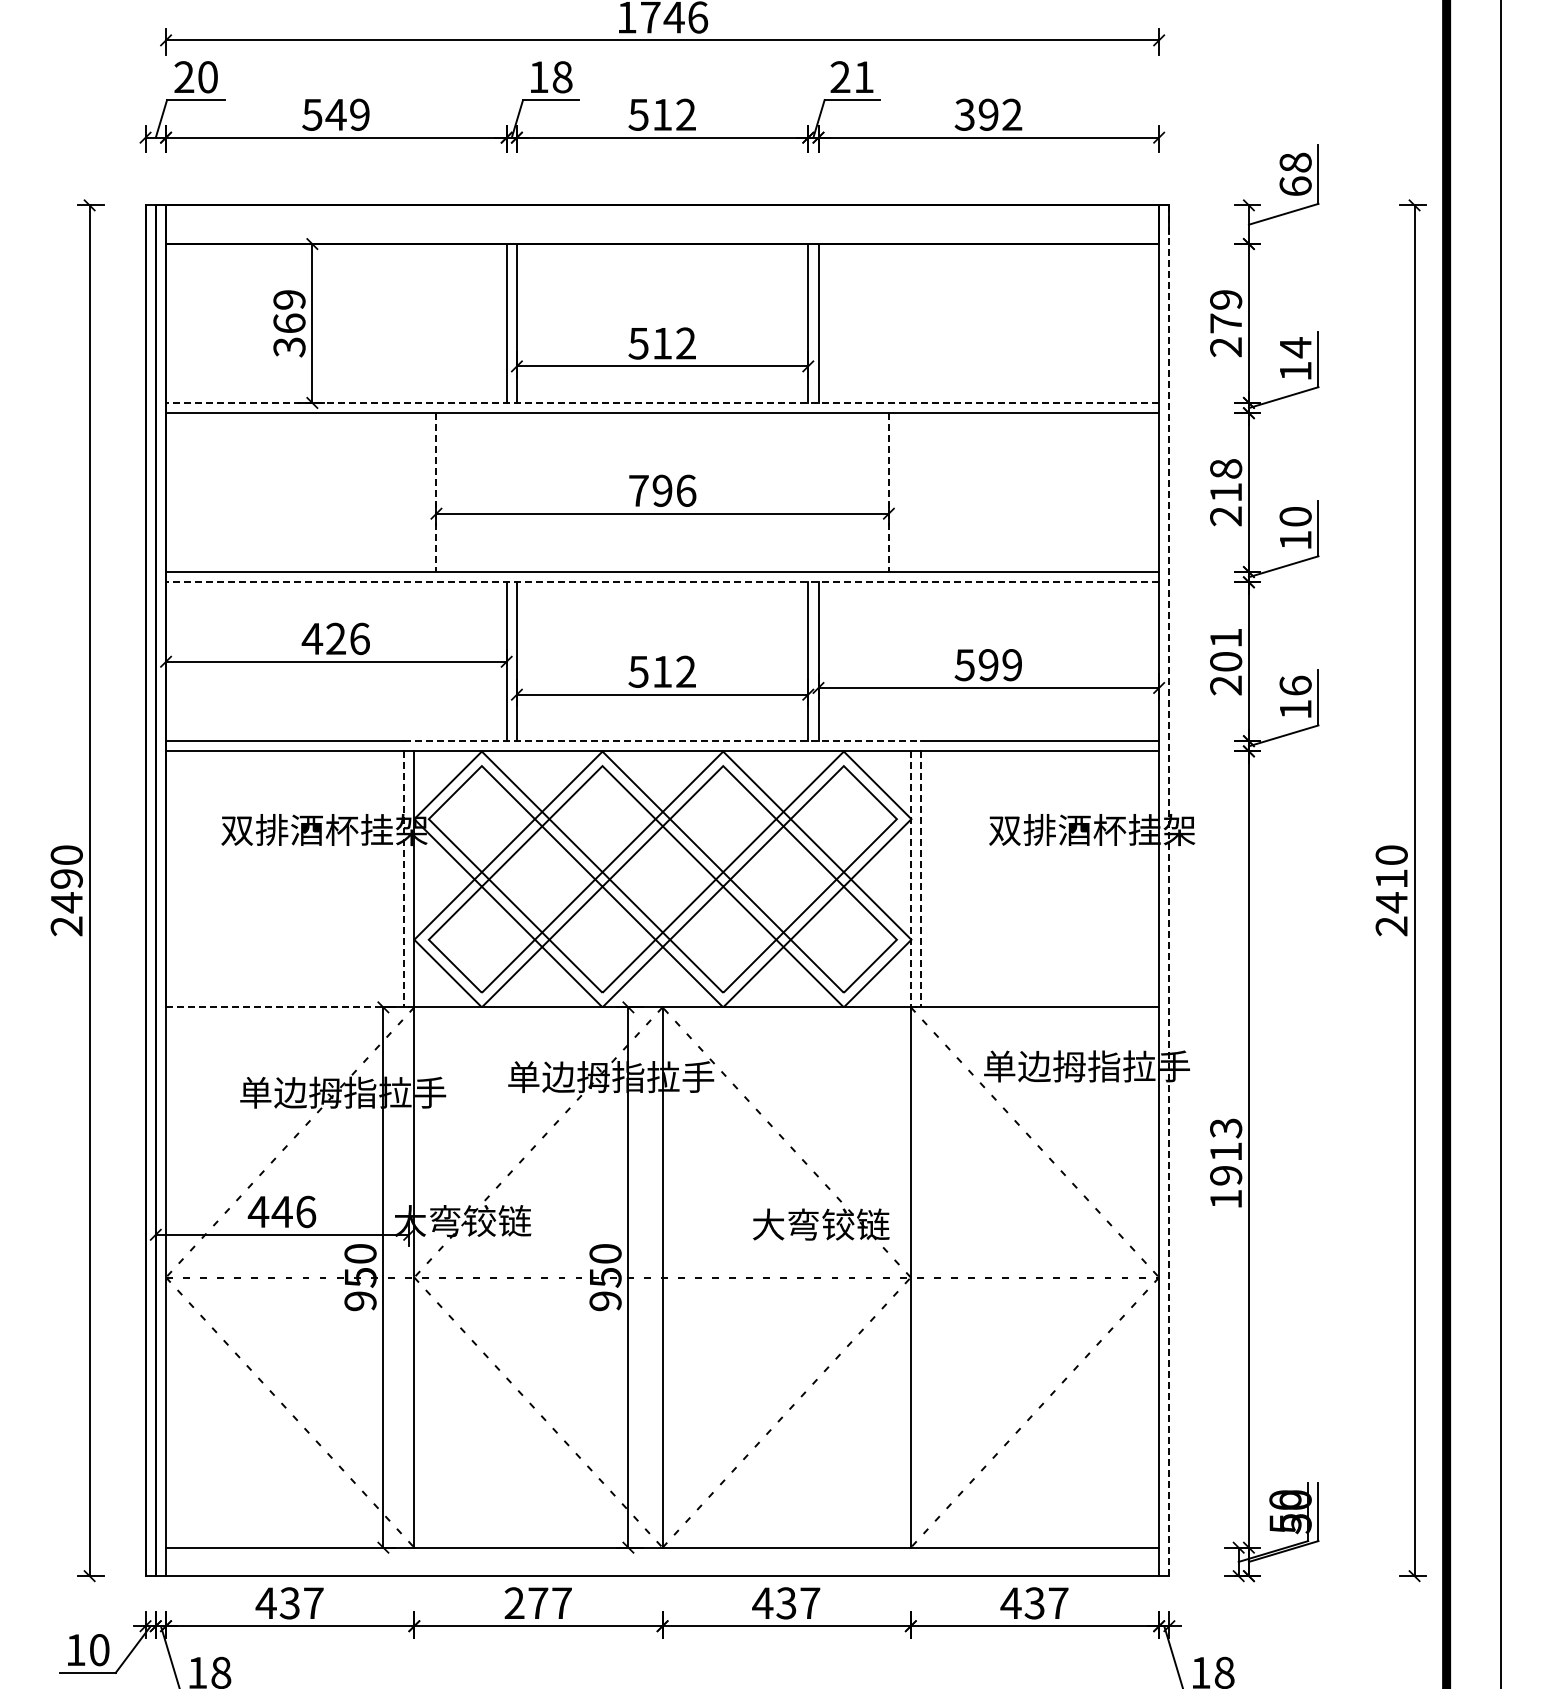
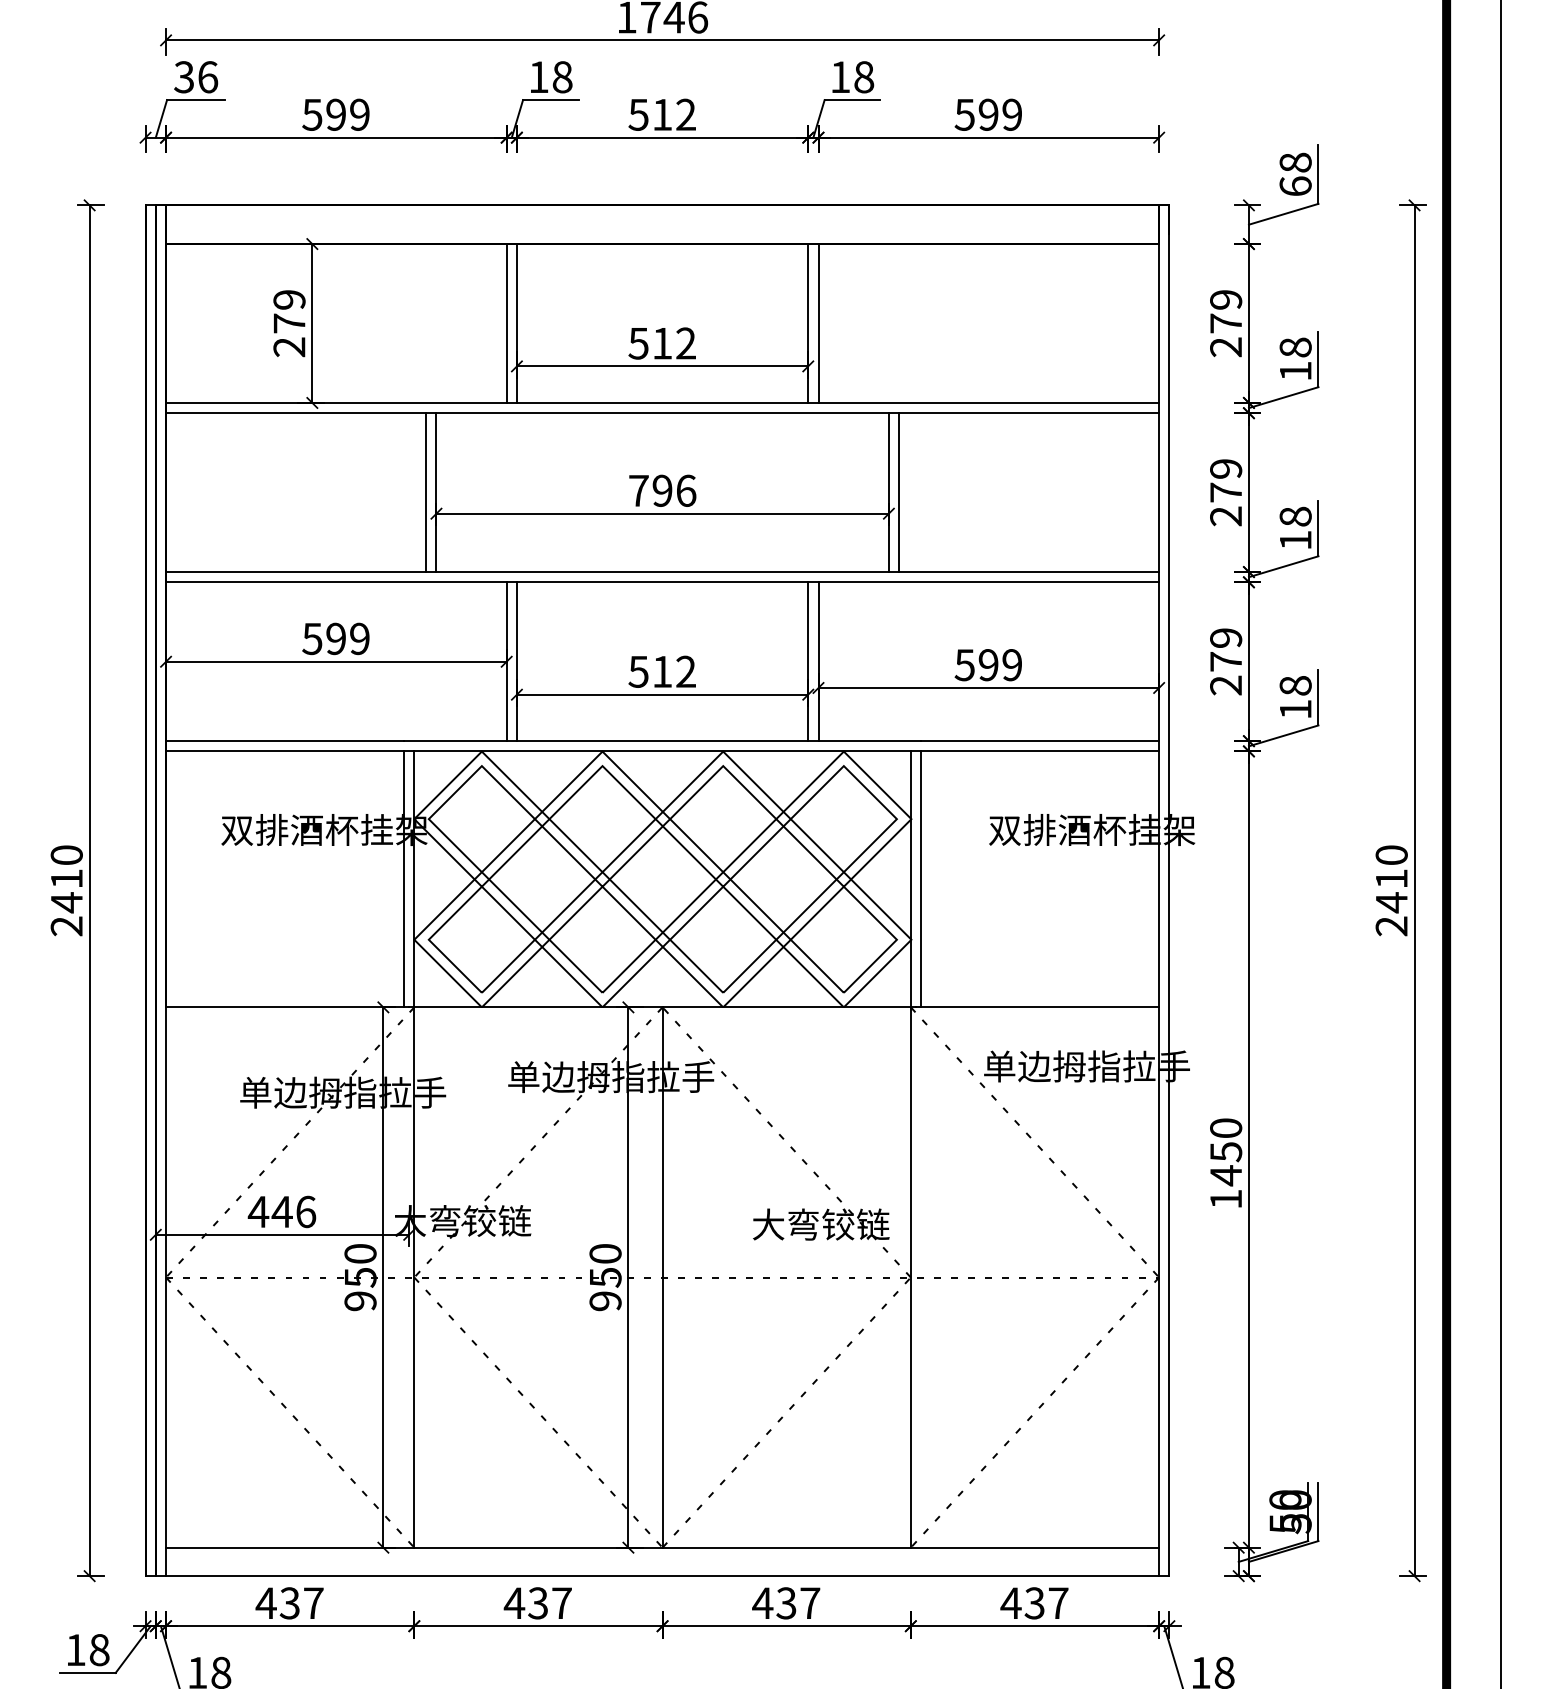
text at (196, 77): 20 -> 36
text at (852, 77): 21 -> 18
text at (335, 114): 549 -> 599
text at (988, 114): 392 -> 599
text at (289, 335): 369 -> 279
text at (1295, 347): 14 -> 18
line at (662, 402): dashed -> solid
text at (1226, 480): 218 -> 279
line at (426, 492): none -> present
line at (899, 492): none -> present
line at (436, 493): dashed -> solid
line at (888, 493): dashed -> solid
text at (1295, 516): 10 -> 18
line at (662, 582): dashed -> solid
text at (335, 638): 426 -> 599
text at (1226, 649): 201 -> 279
text at (1295, 685): 16 -> 18
line at (662, 741): dashed -> solid
text at (66, 878): 2490 -> 2410
line at (404, 879): dashed -> solid
line at (910, 879): dashed -> solid
line at (921, 879): dashed -> solid
line at (1169, 891): dashed -> solid
line at (279, 1007): dashed -> solid
text at (1226, 1152): 1913 -> 1450
text at (525, 1603): 277 -> 437
text at (99, 1650): 10 -> 18
